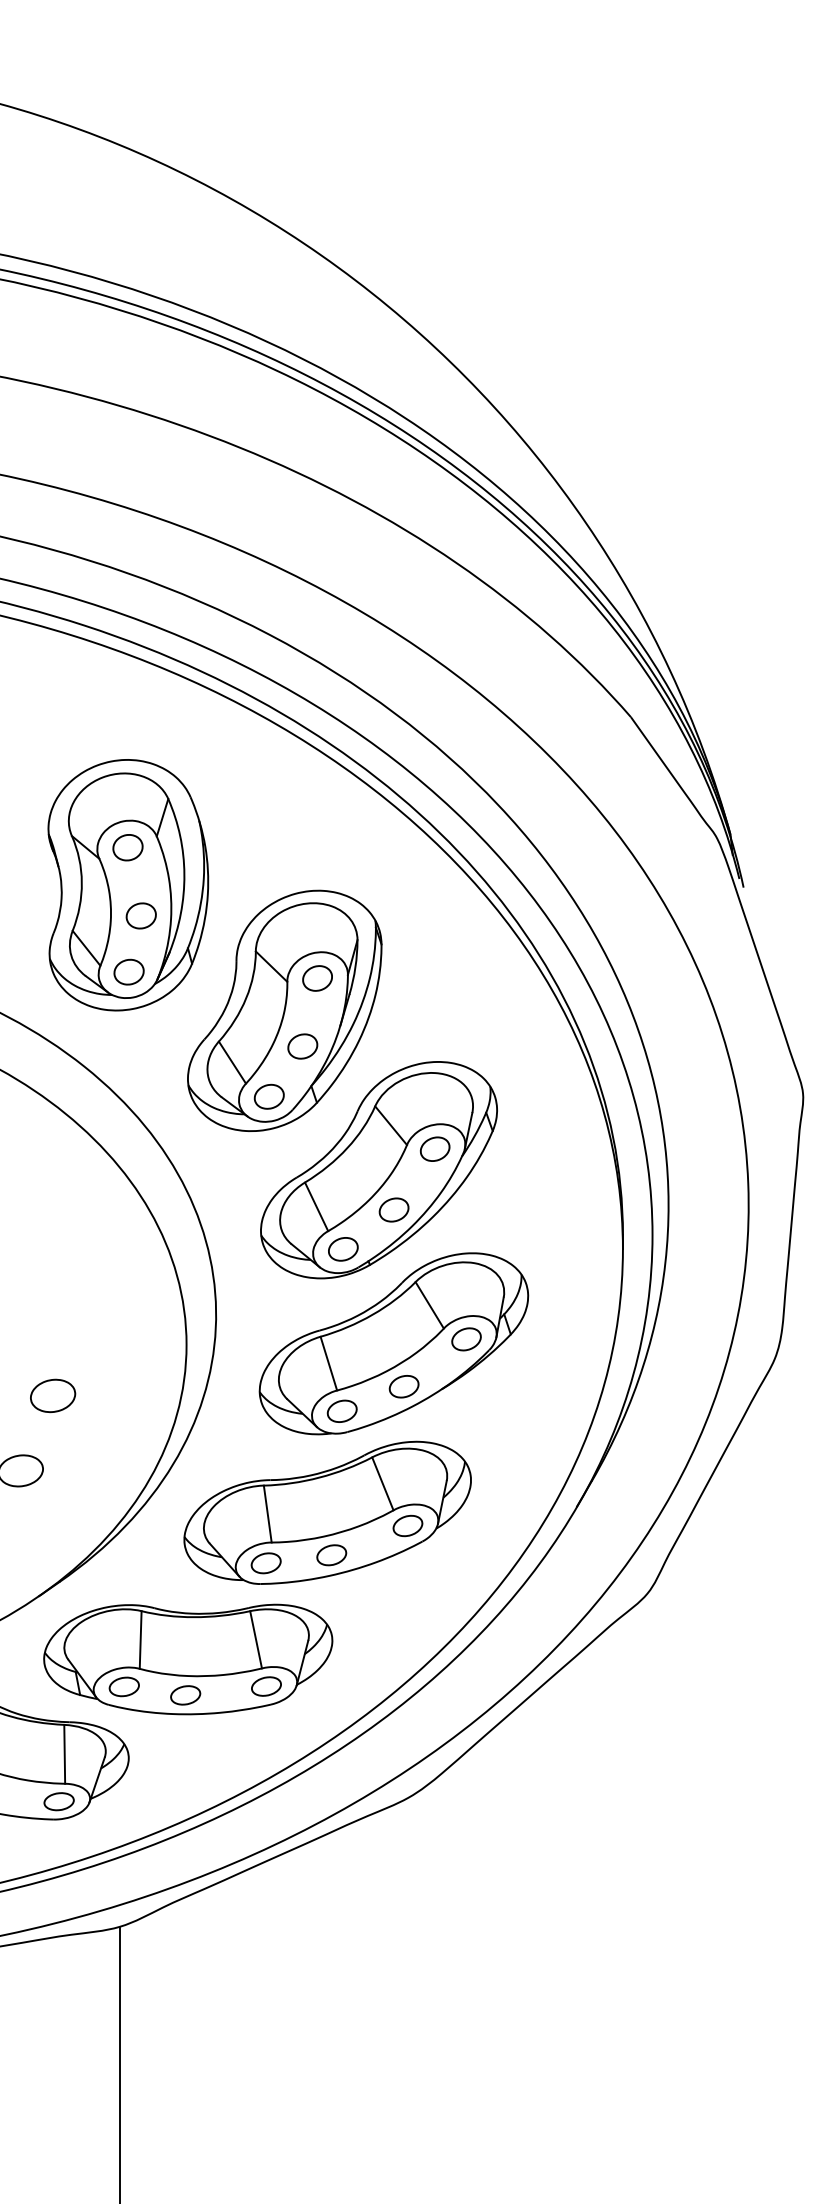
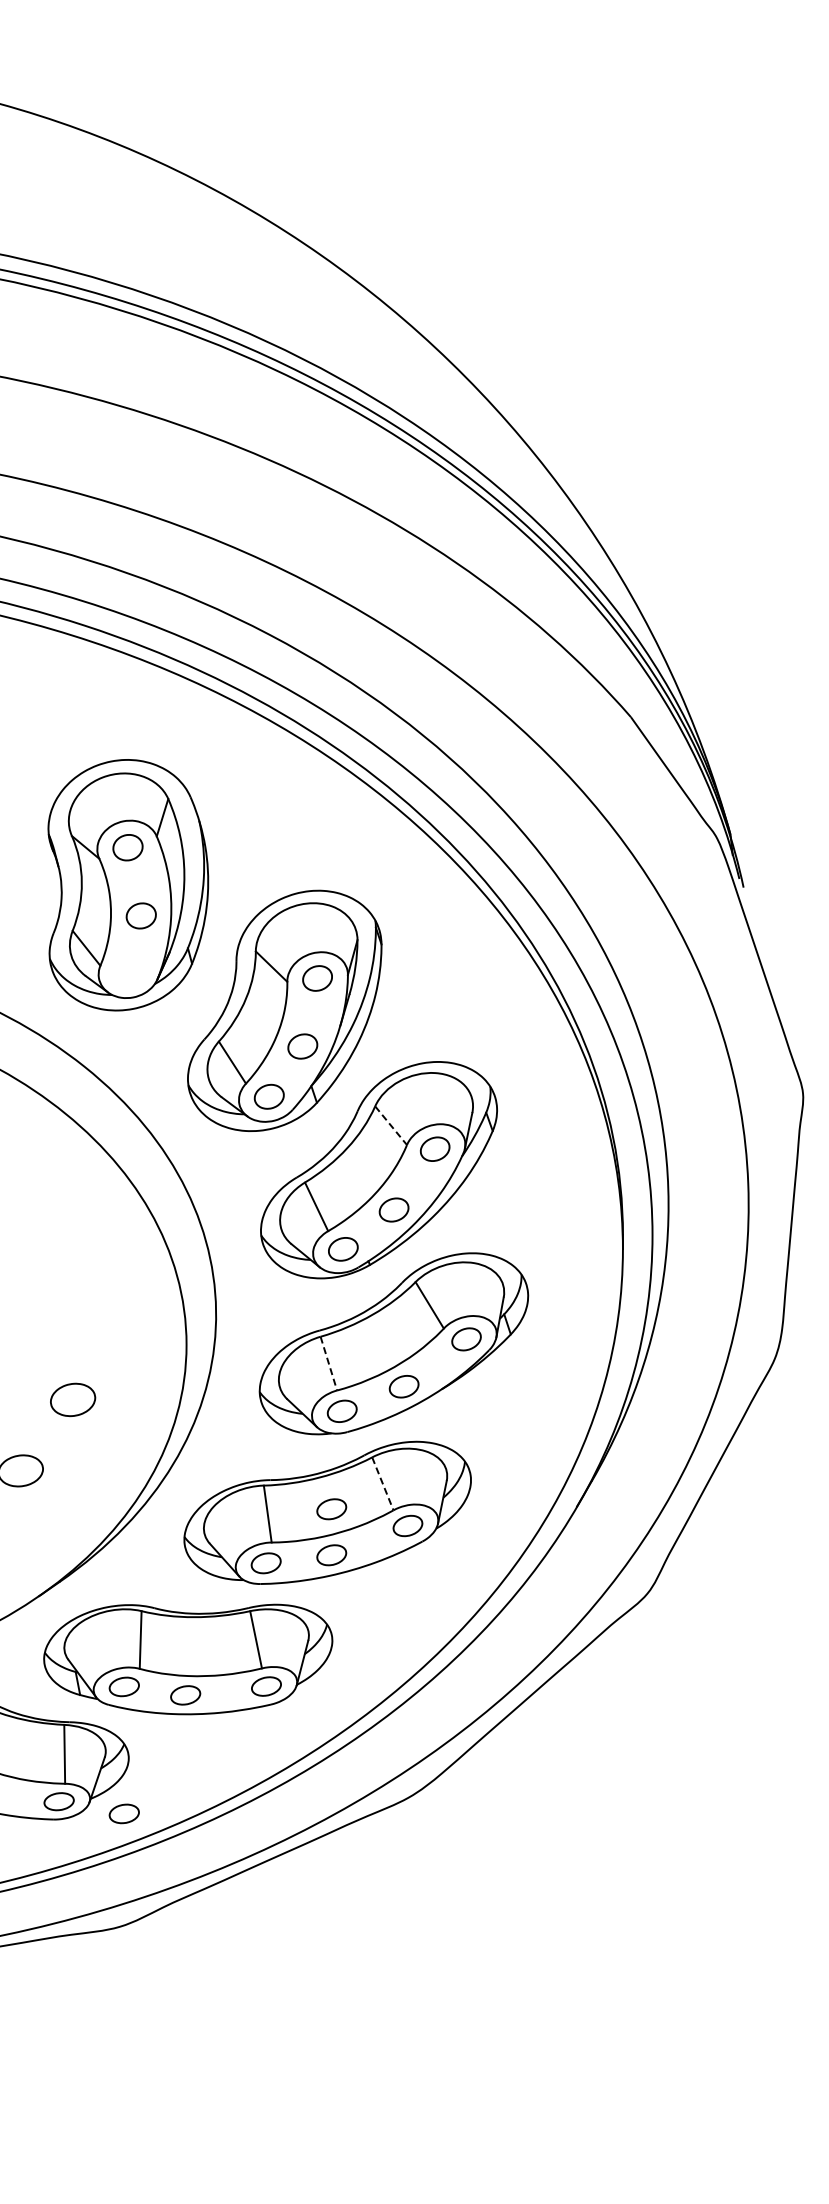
part at (128, 971): present -> none
line at (391, 1126): solid -> dashed
line at (329, 1364): solid -> dashed
part at (53, 1395) position: (53, 1395) -> (73, 1399)
line at (382, 1483): solid -> dashed
part at (331, 1509): none -> present
part at (123, 1813): none -> present
line at (120, 2063): present -> none
